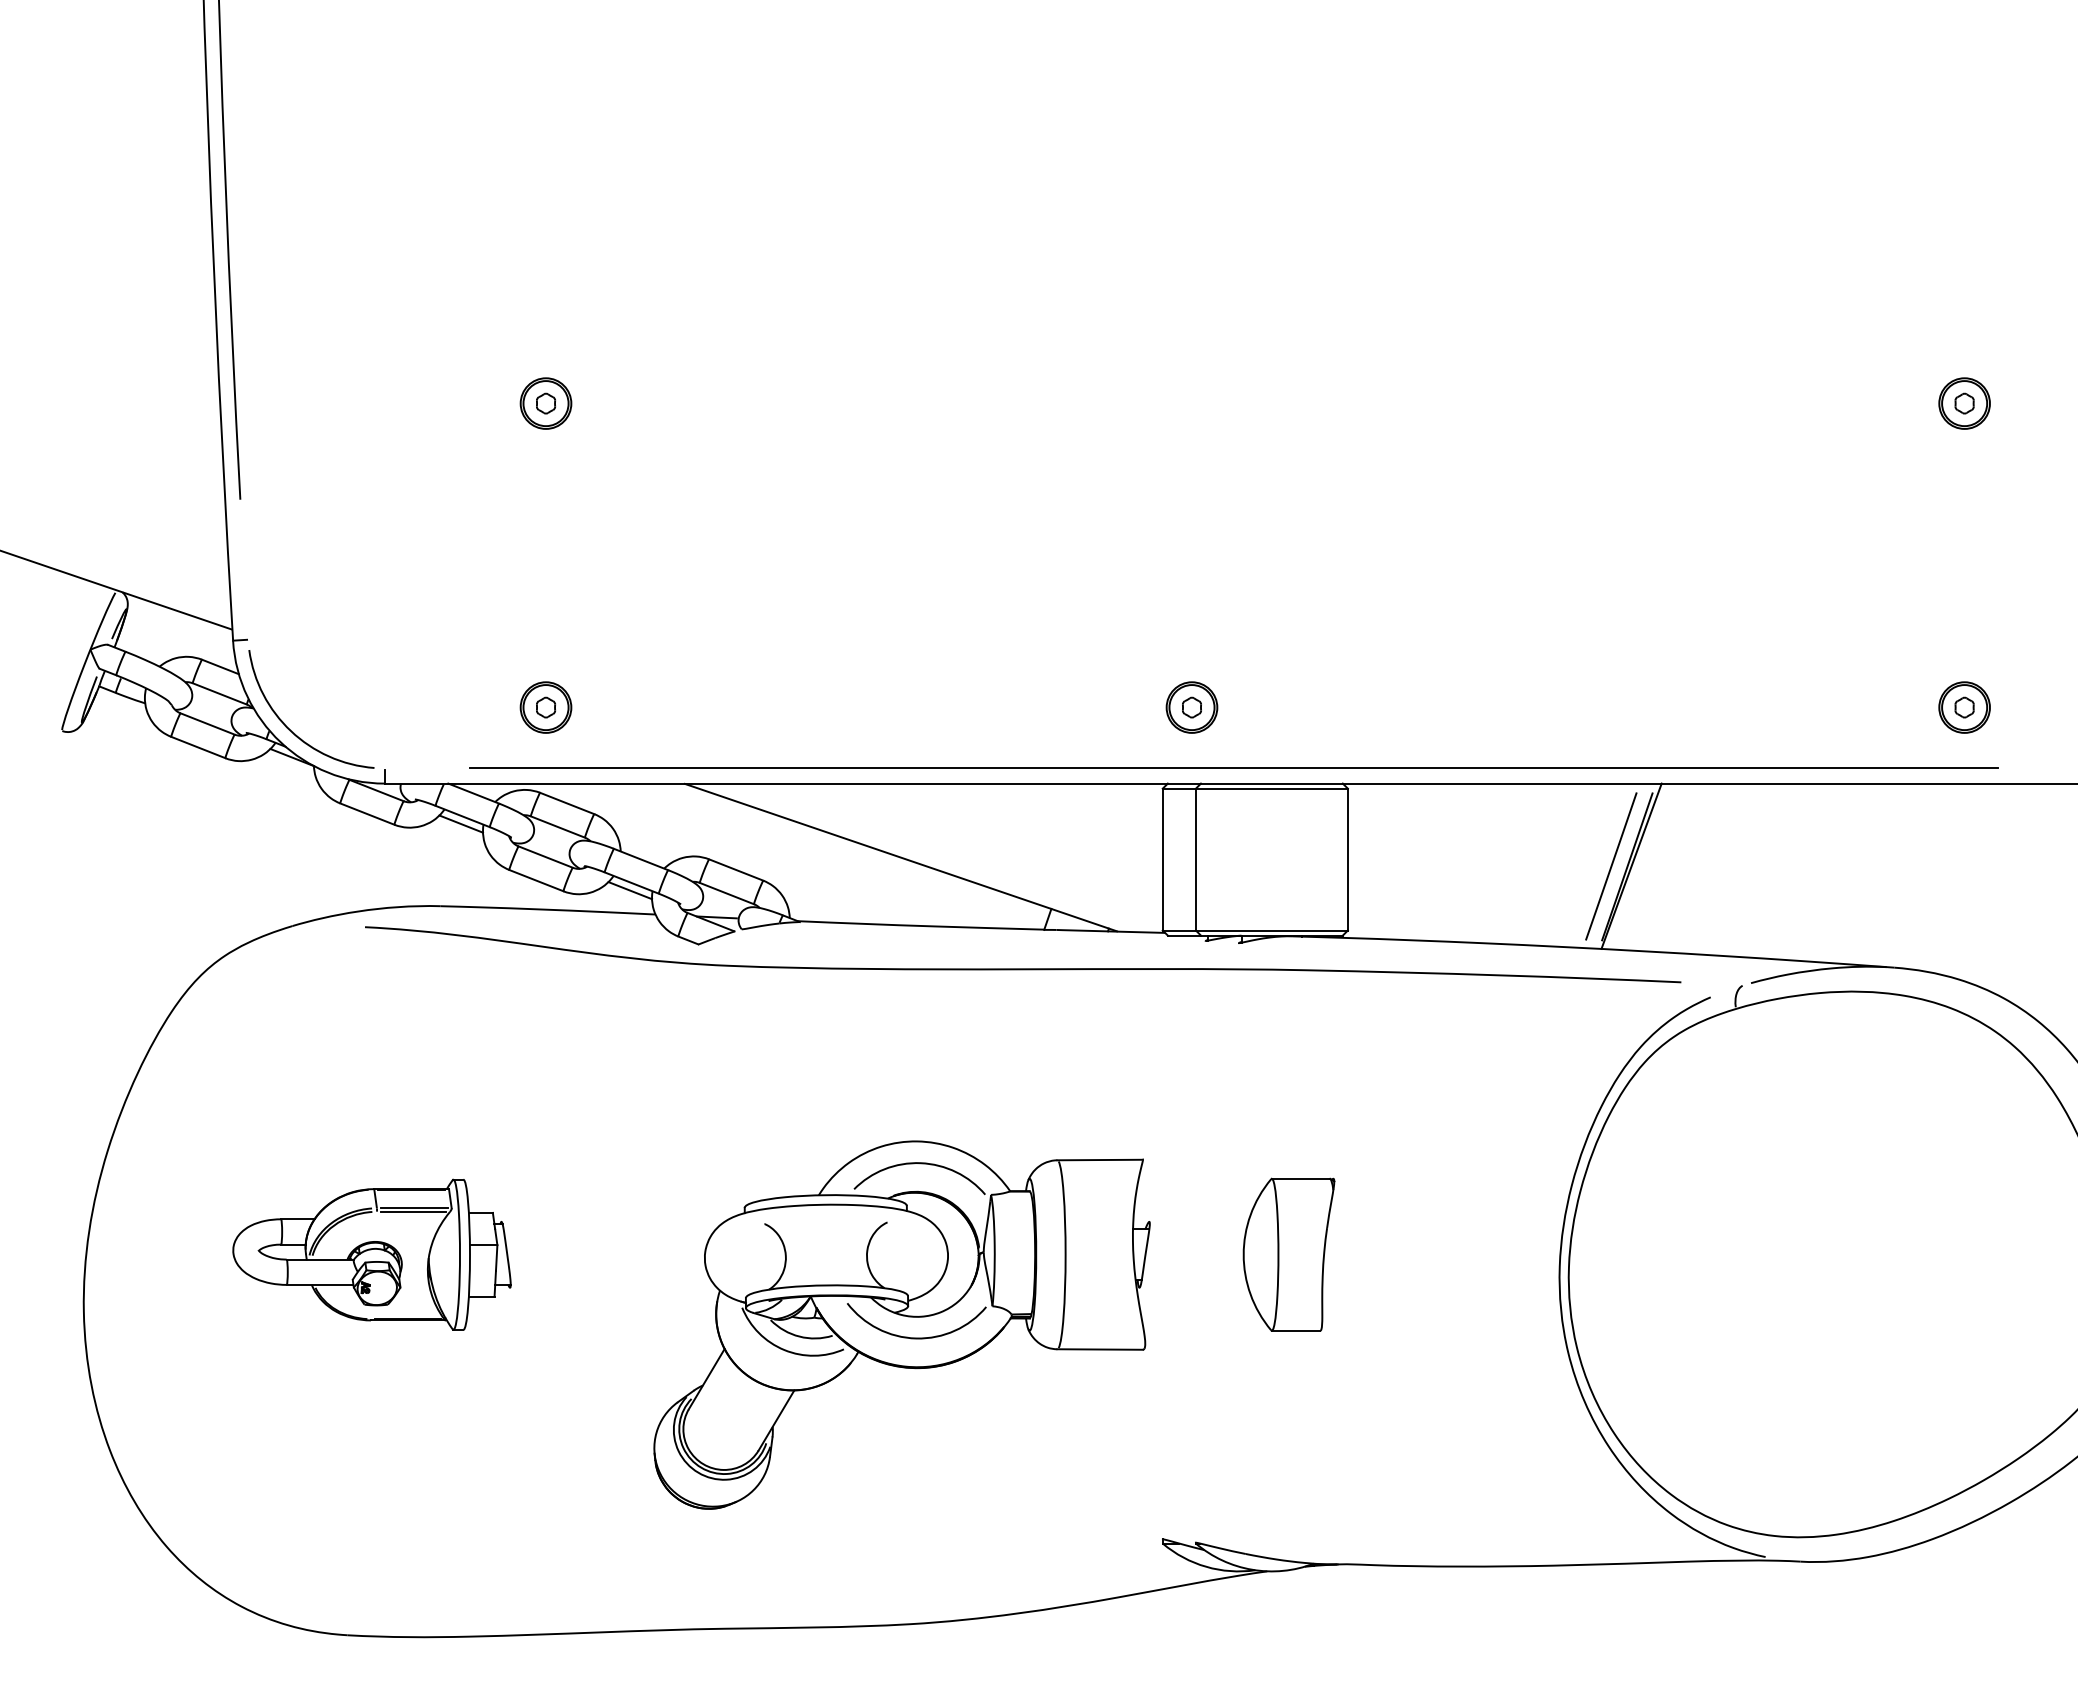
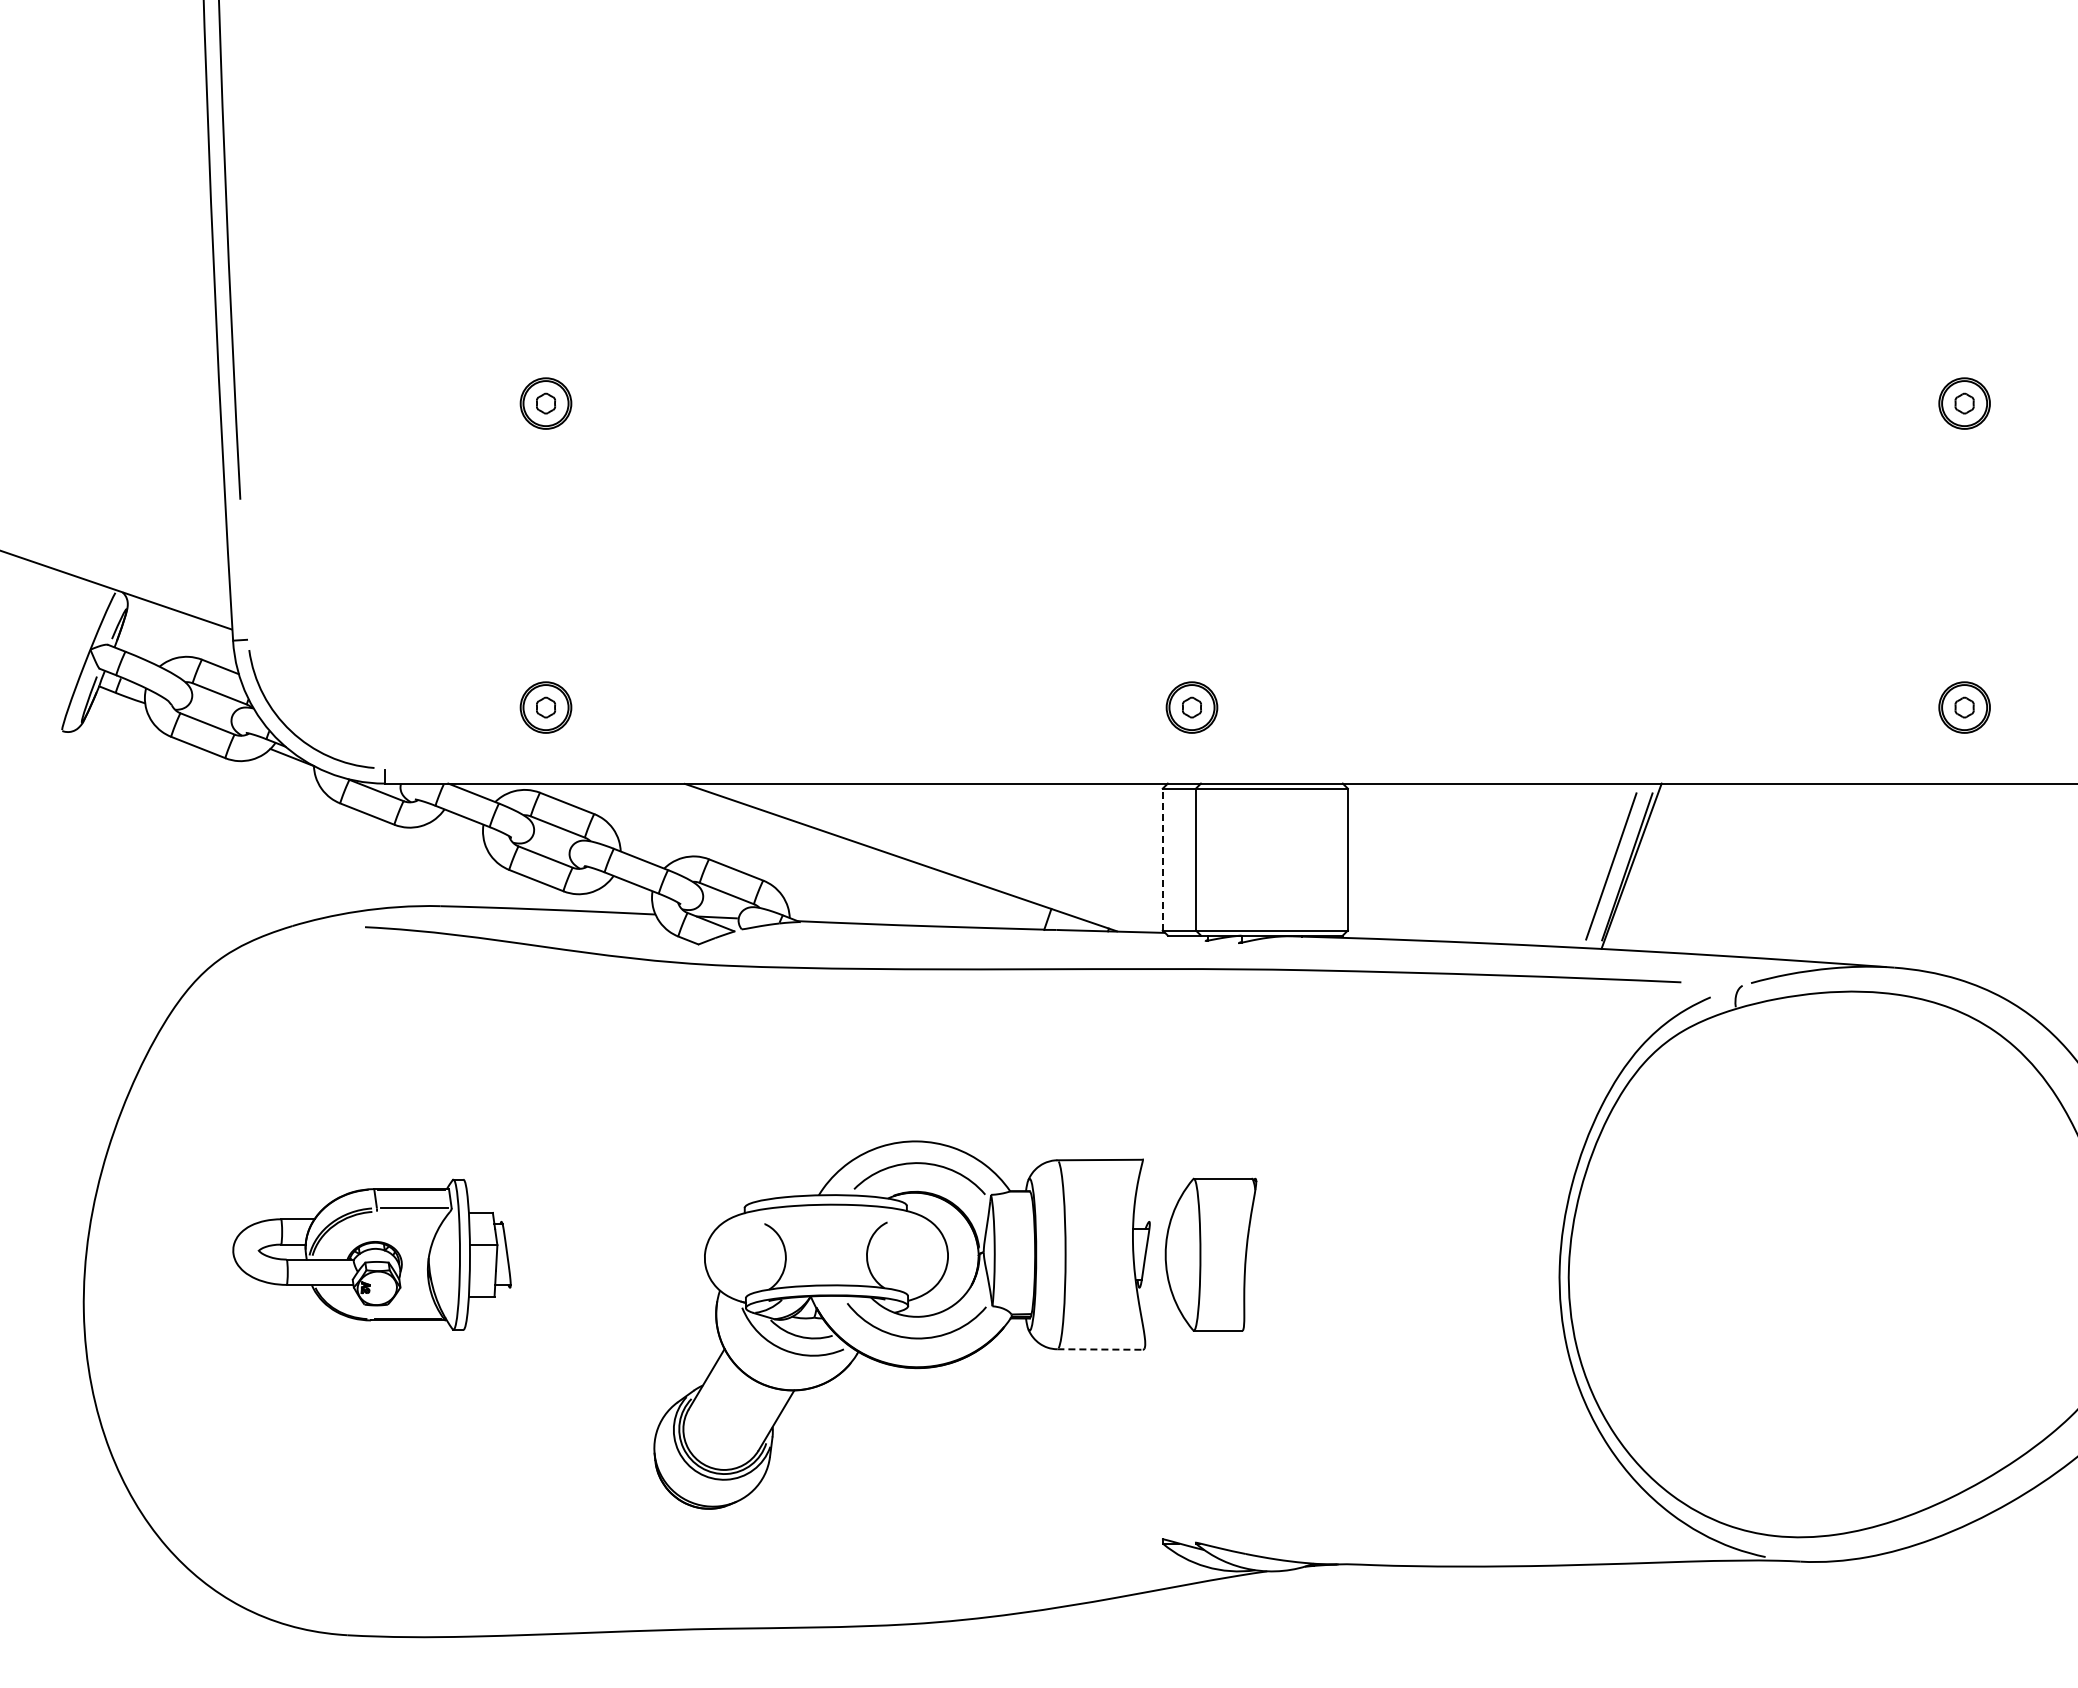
line at (1233, 768): present -> none
line at (461, 823): present -> none
line at (1162, 859): solid -> dashed
line at (630, 890): present -> none
line at (413, 1211): present -> none
part at (1288, 1254) position: (1288, 1254) -> (1210, 1254)
line at (1100, 1349): solid -> dashed
